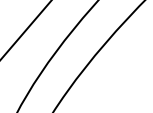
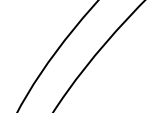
line at (25, 30): present -> none
